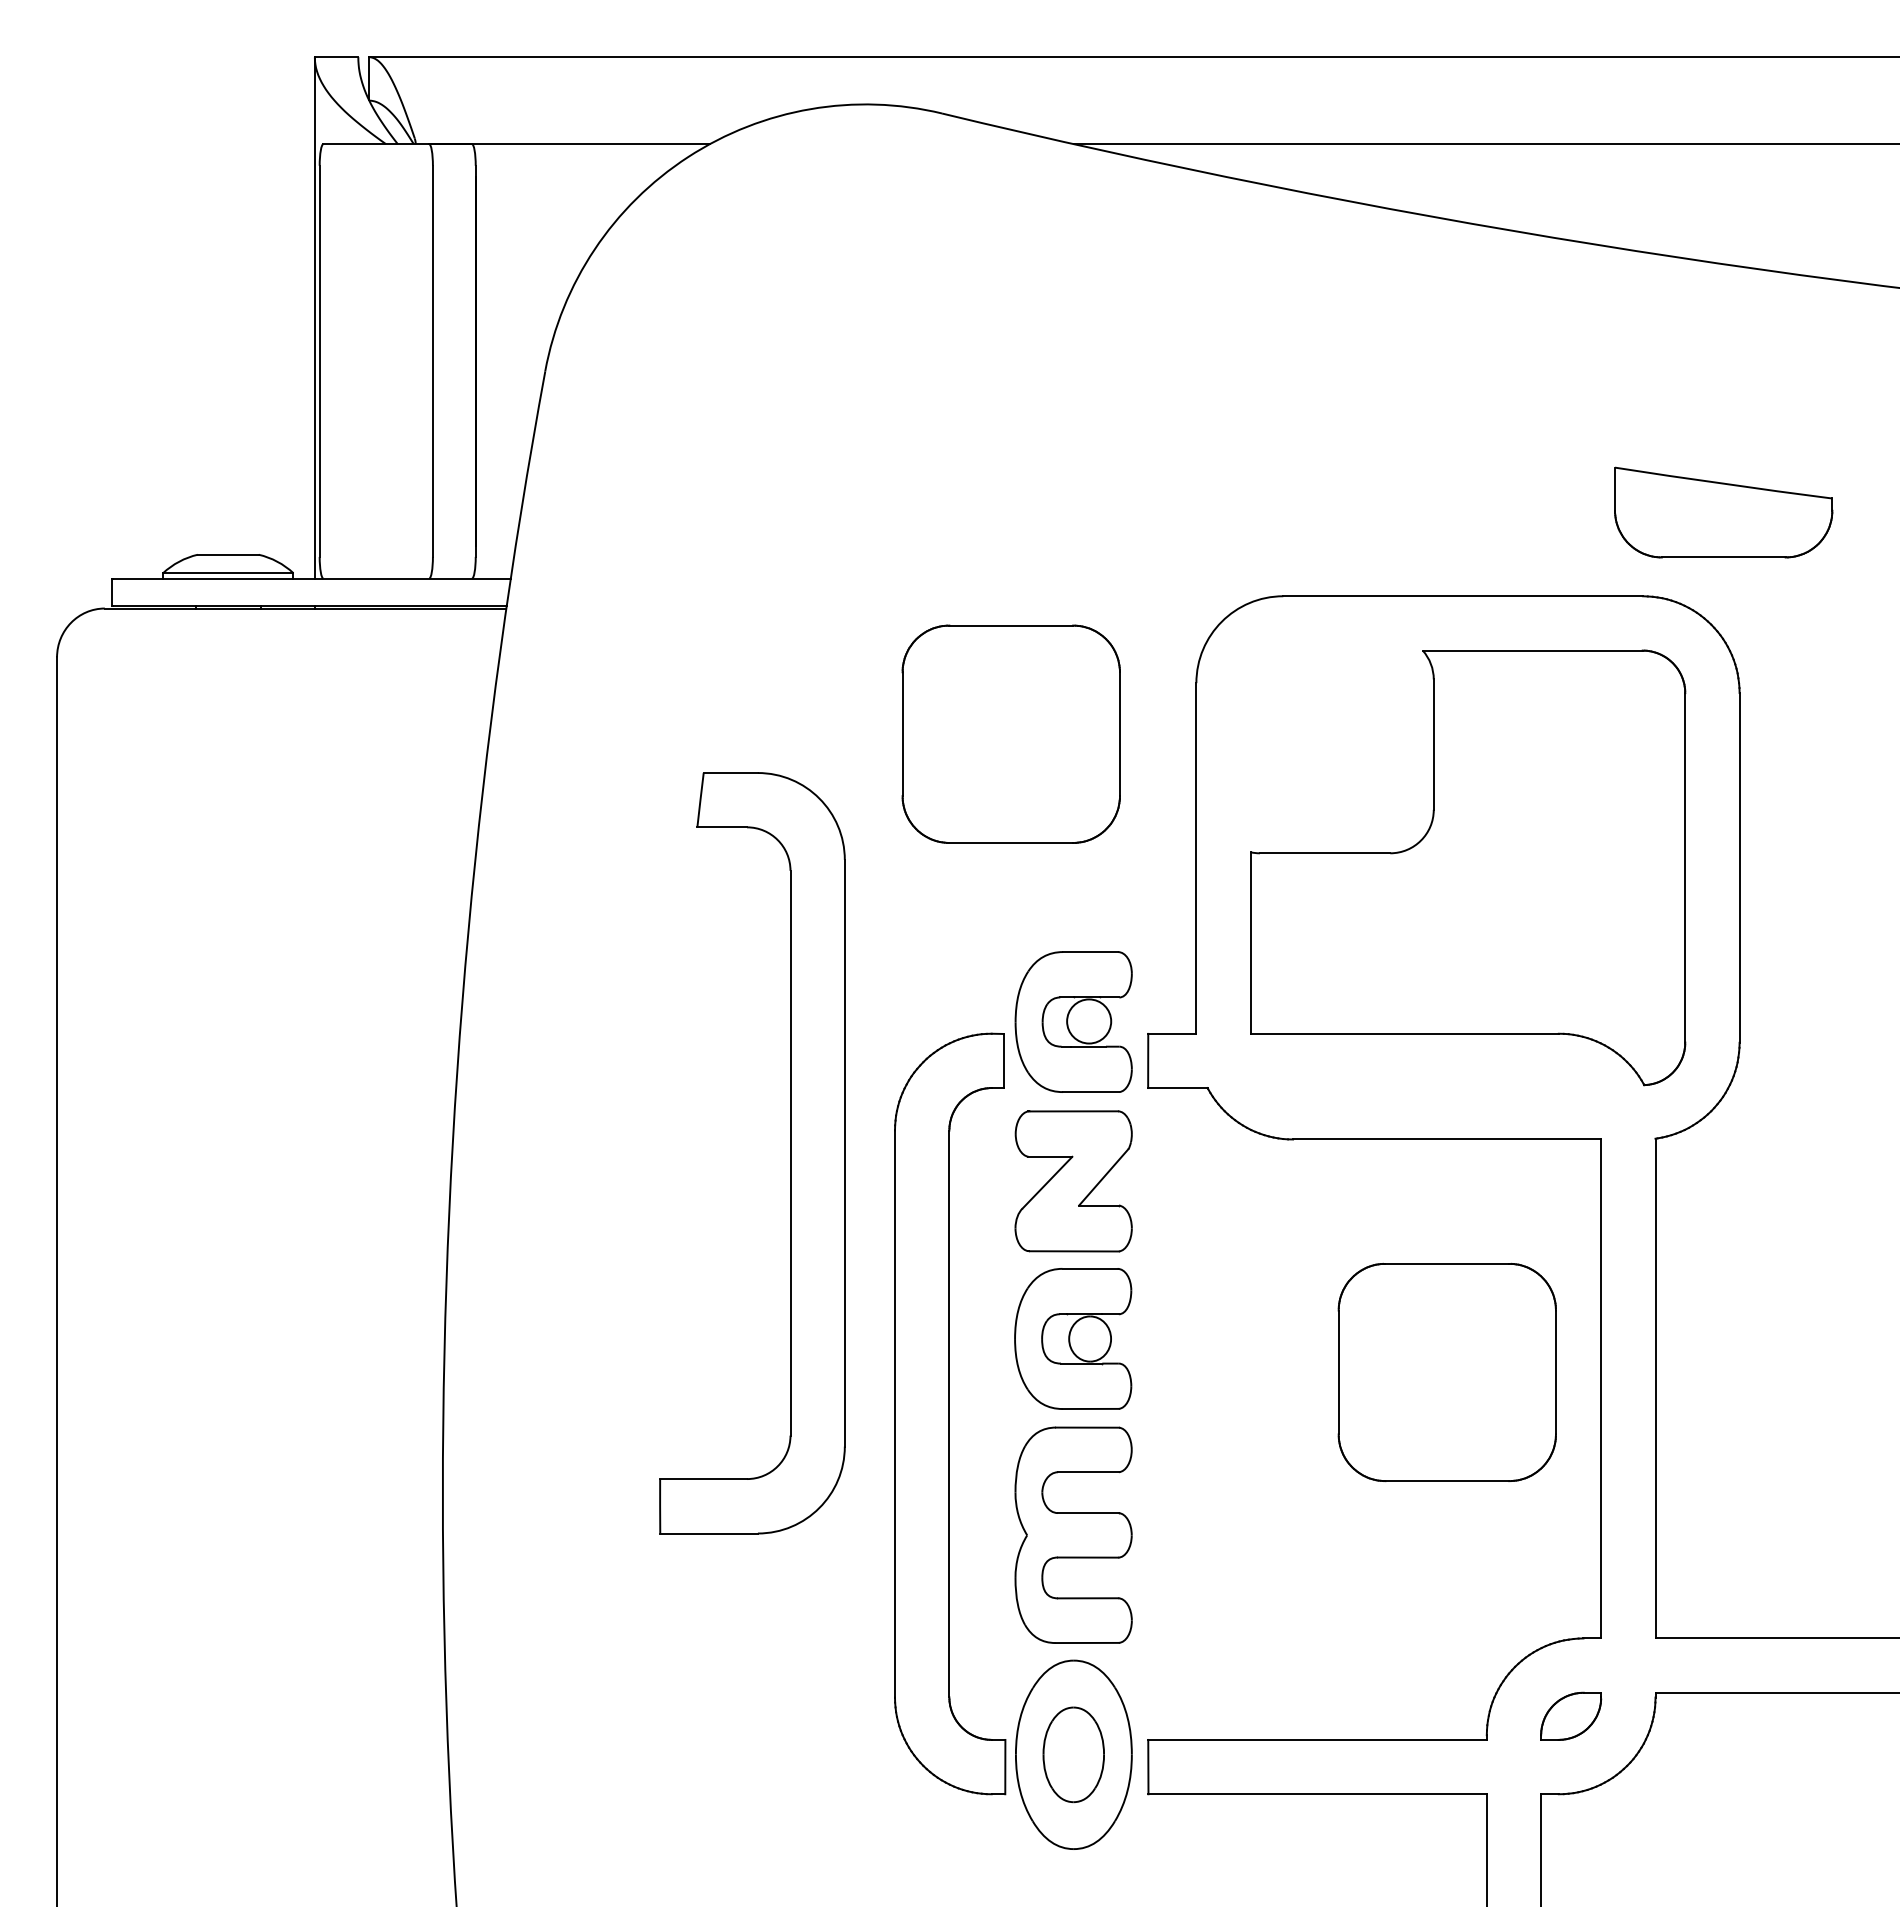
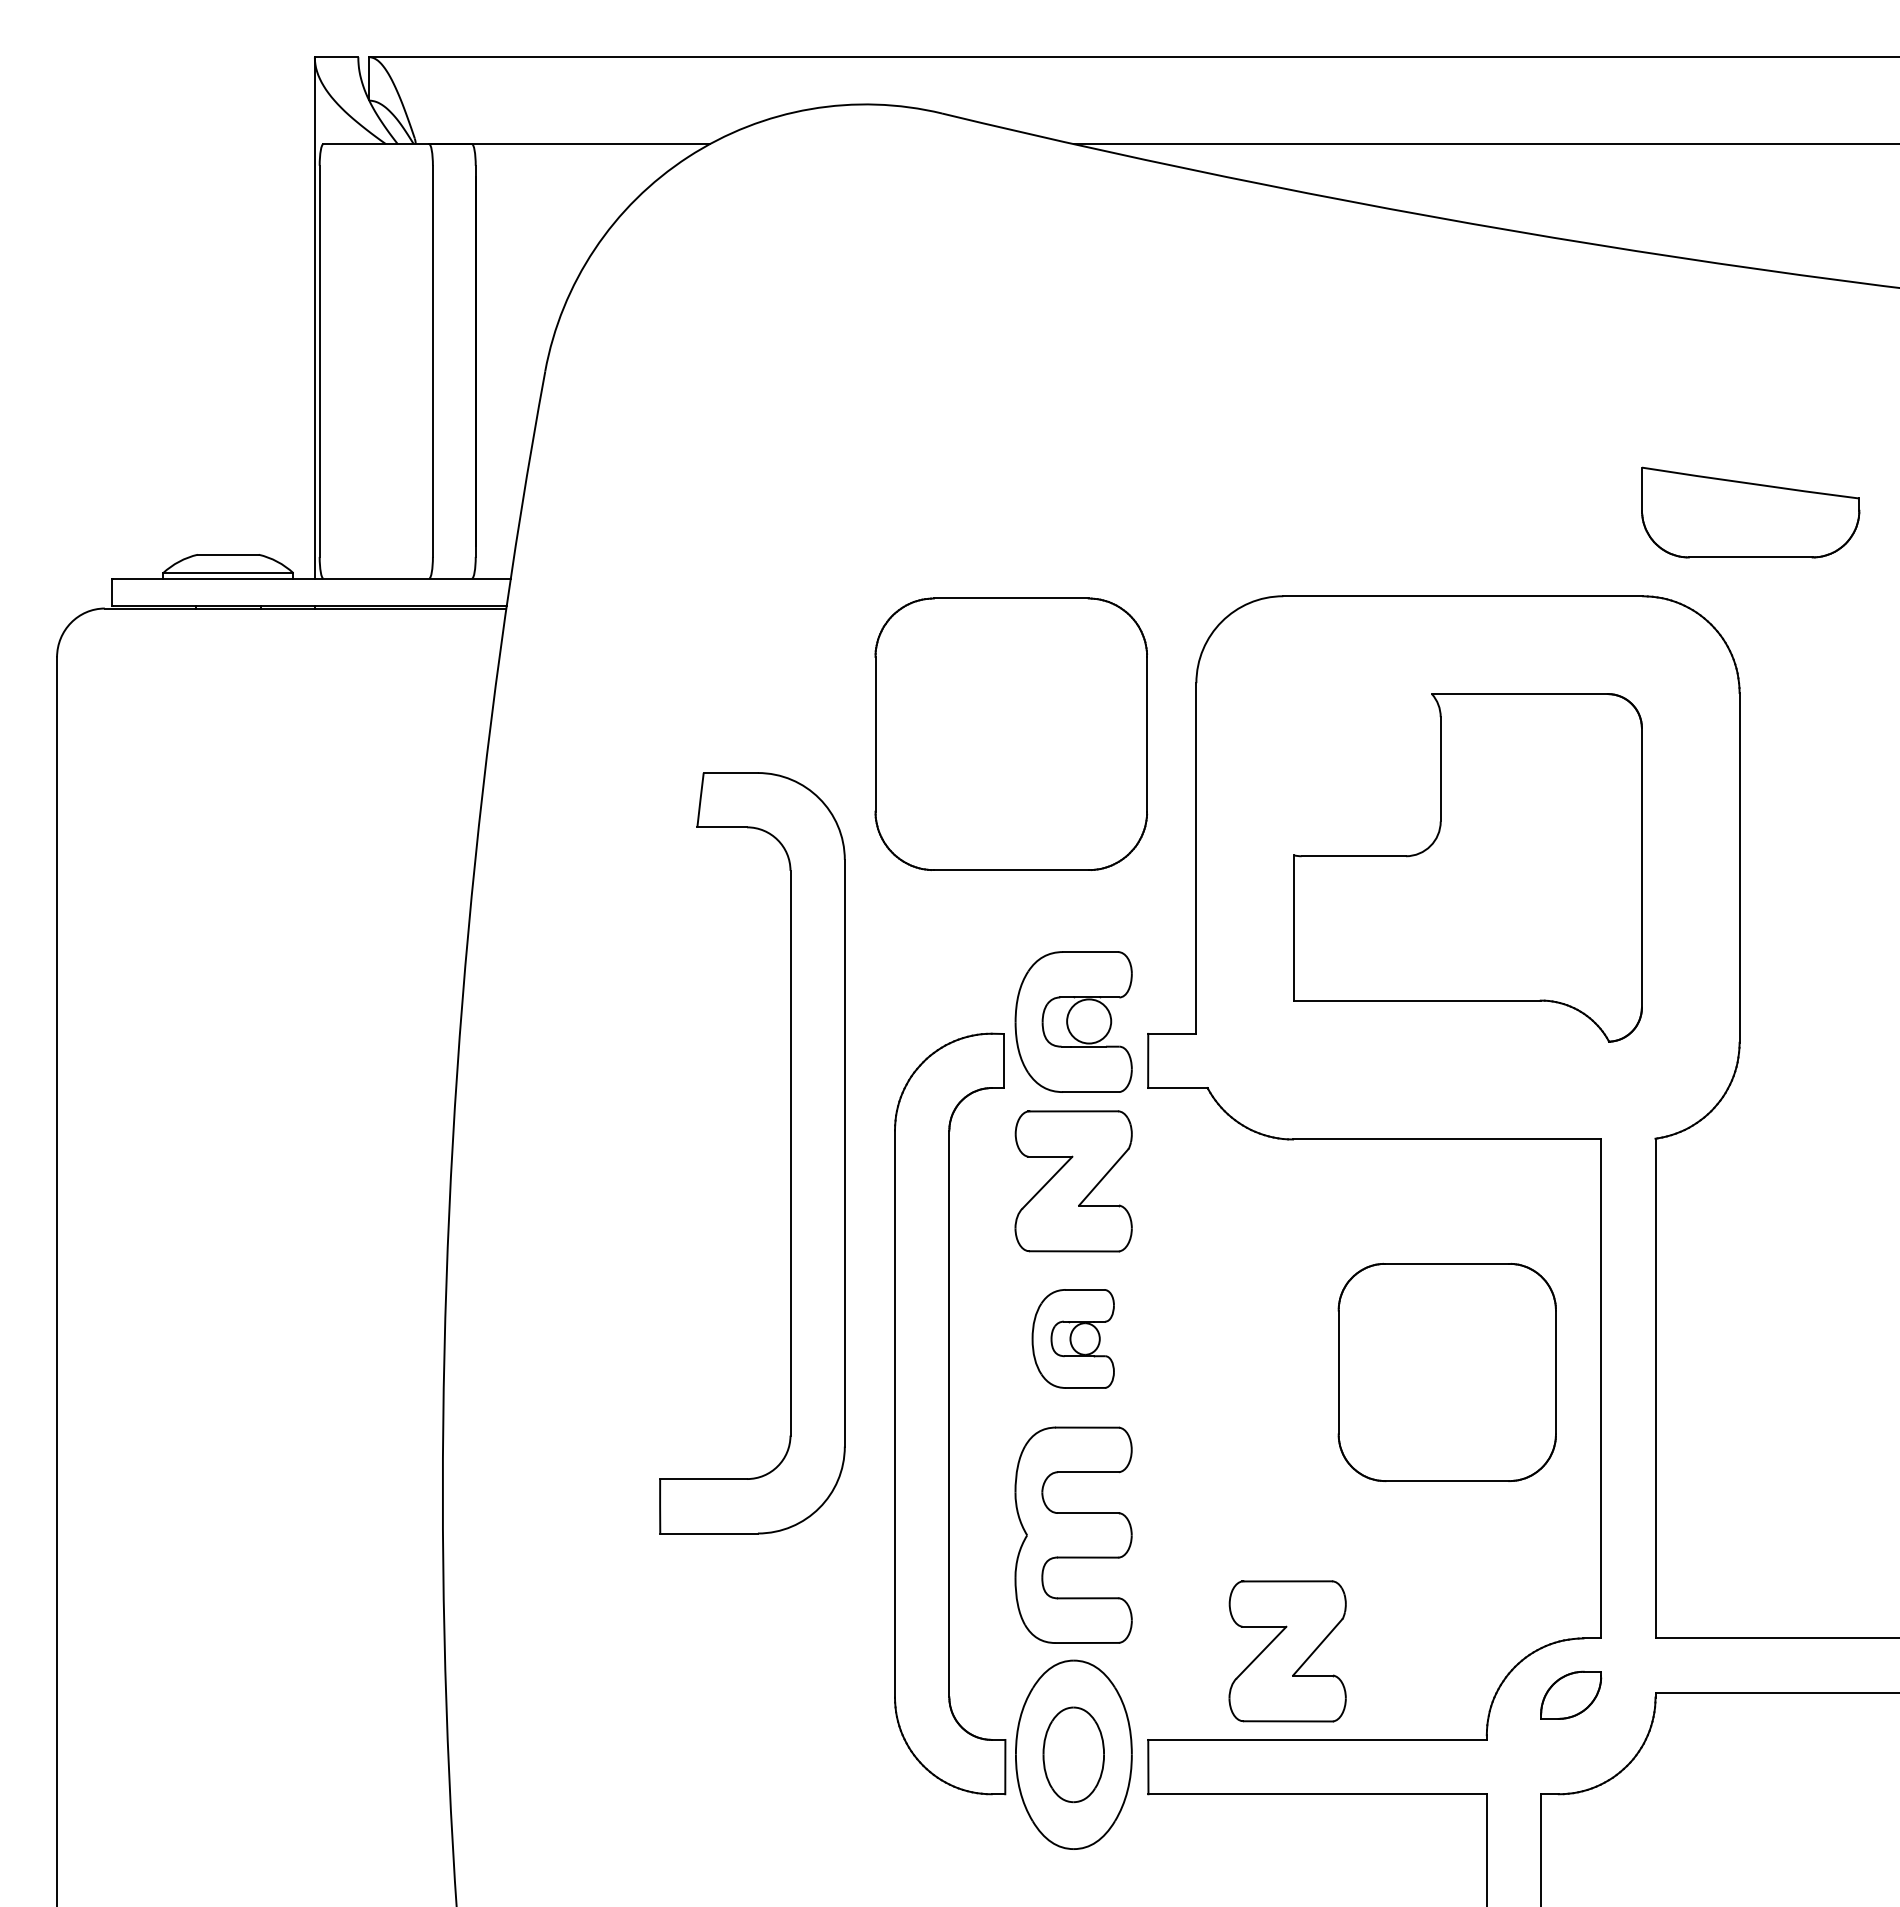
part at (1723, 512) position: (1723, 512) -> (1750, 512)
part at (1010, 733) size: 220x220 px -> 275x274 px
part at (1468, 867) size: 437x438 px -> 350x350 px
part at (1073, 1338) size: 119x142 px -> 84x100 px
part at (1287, 1651): none -> present
part at (1571, 1715) position: (1571, 1715) -> (1571, 1694)
